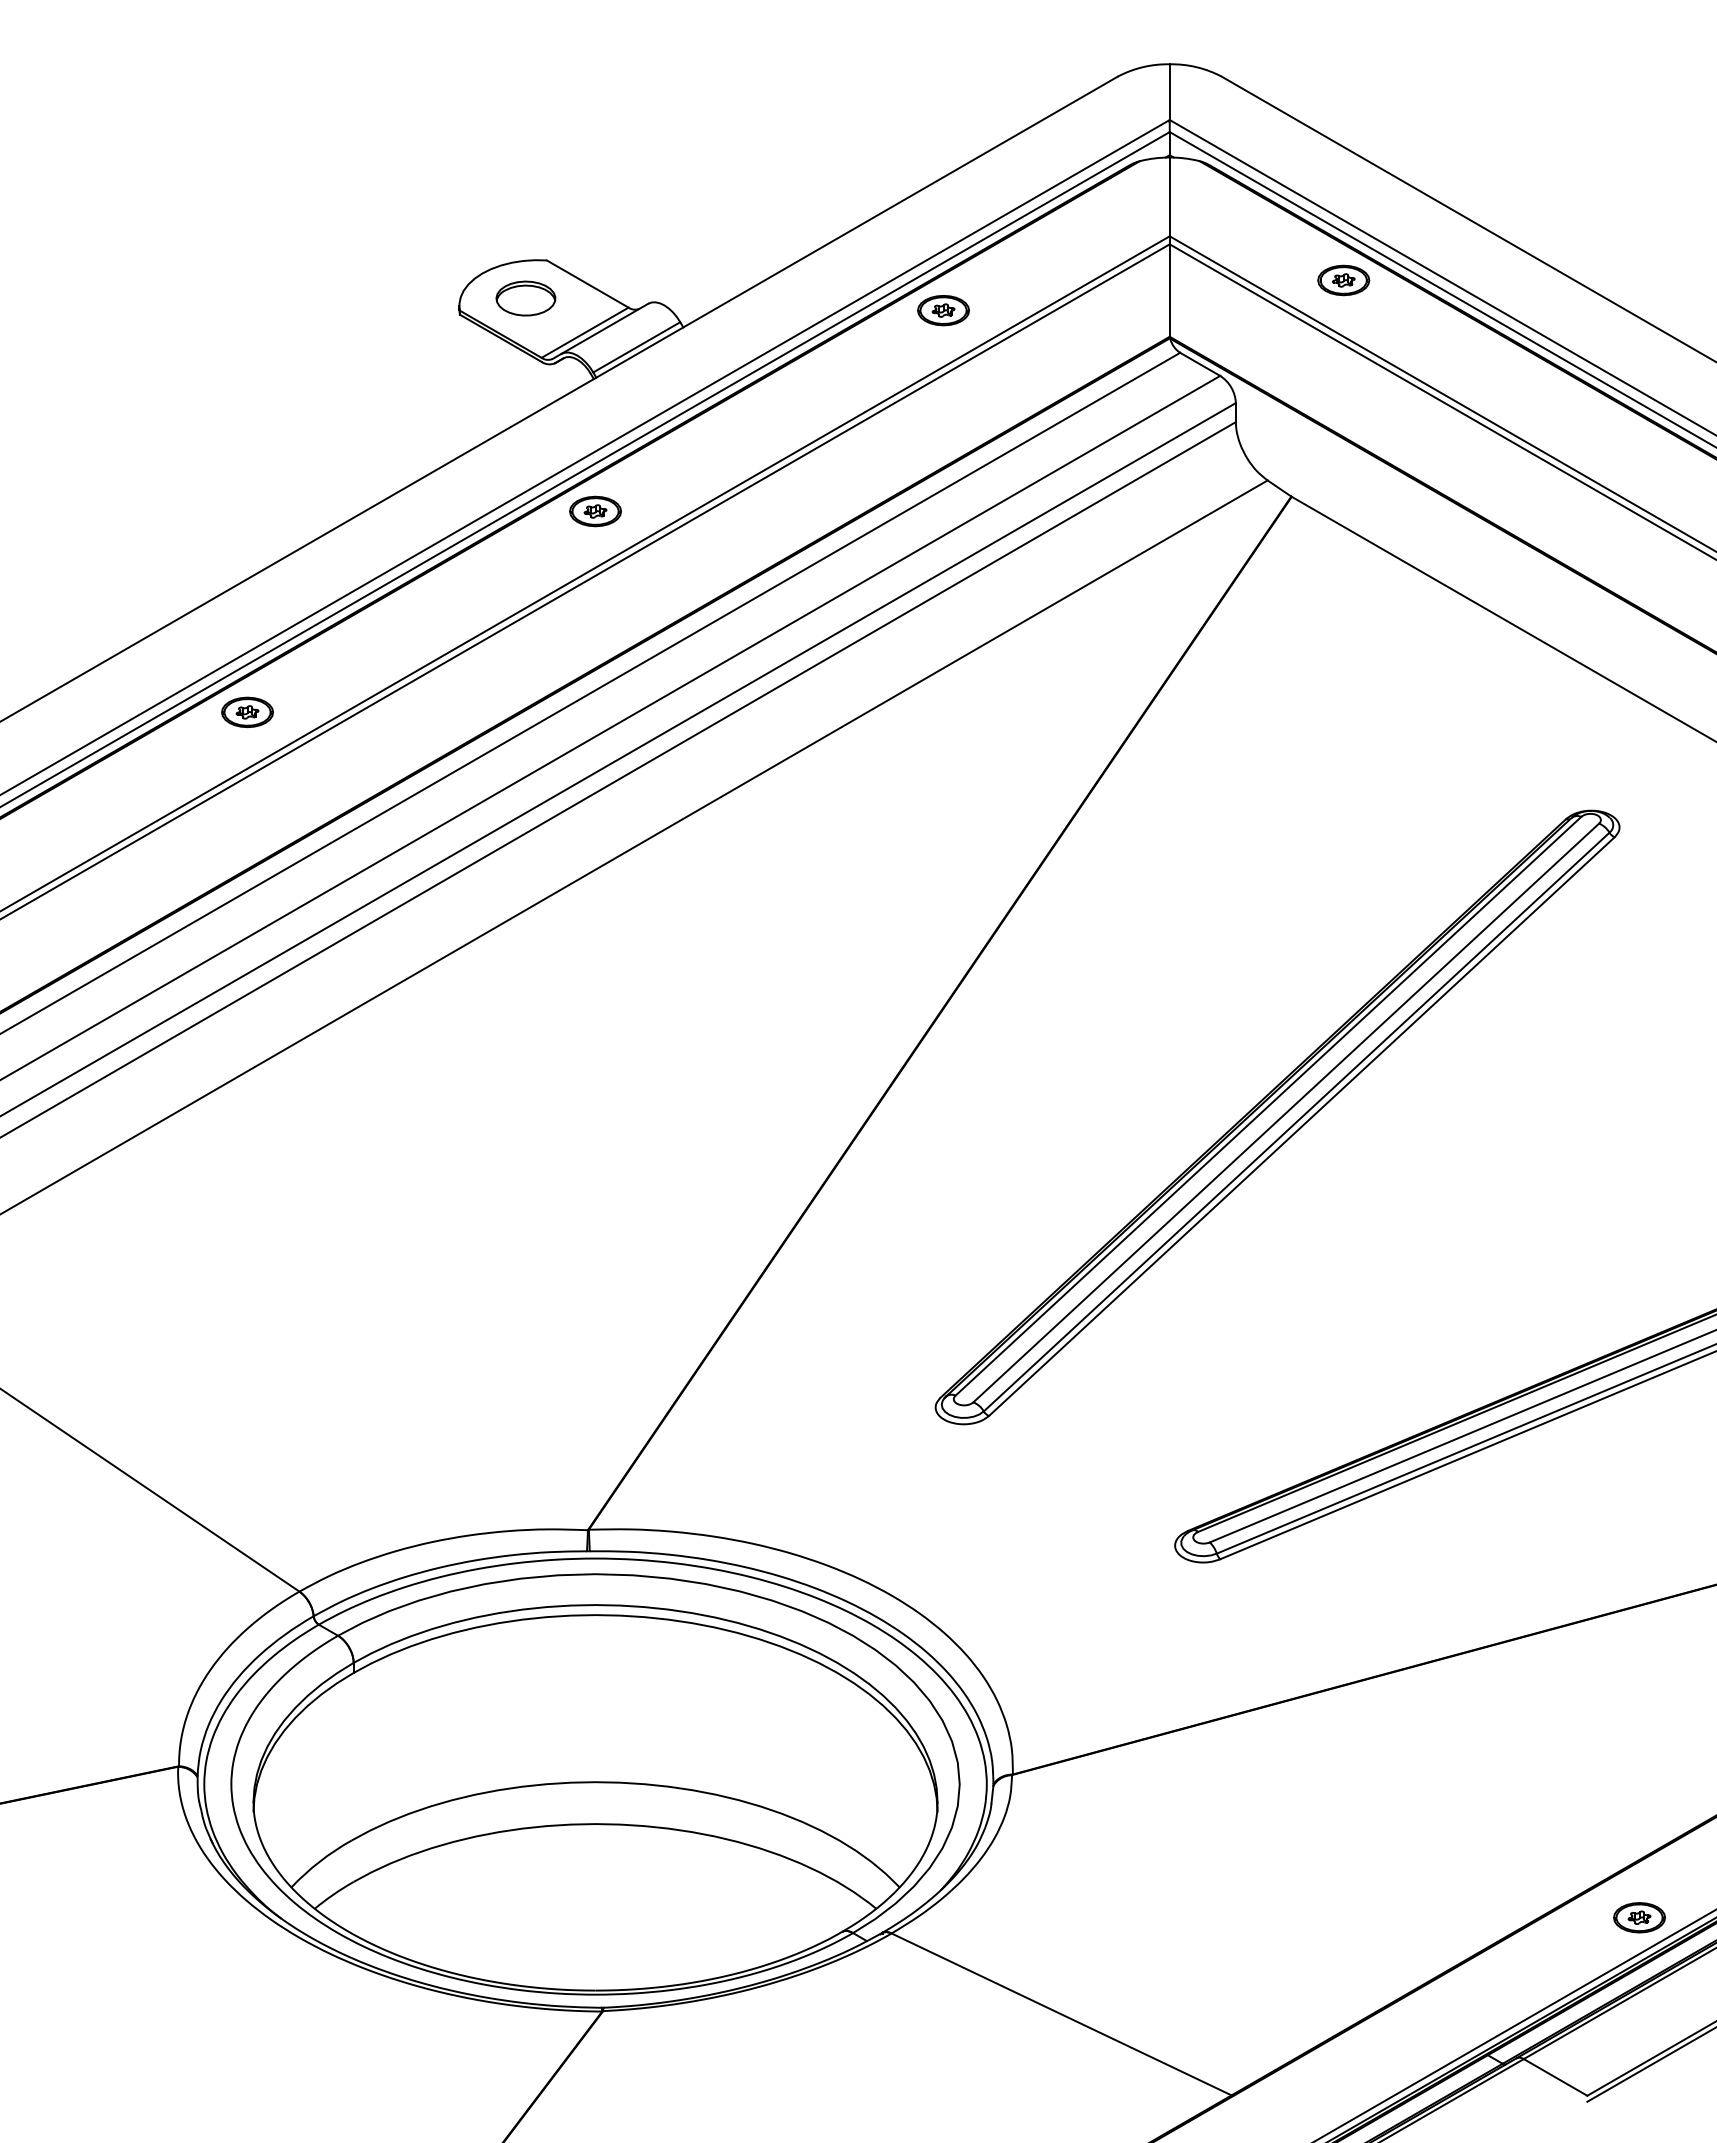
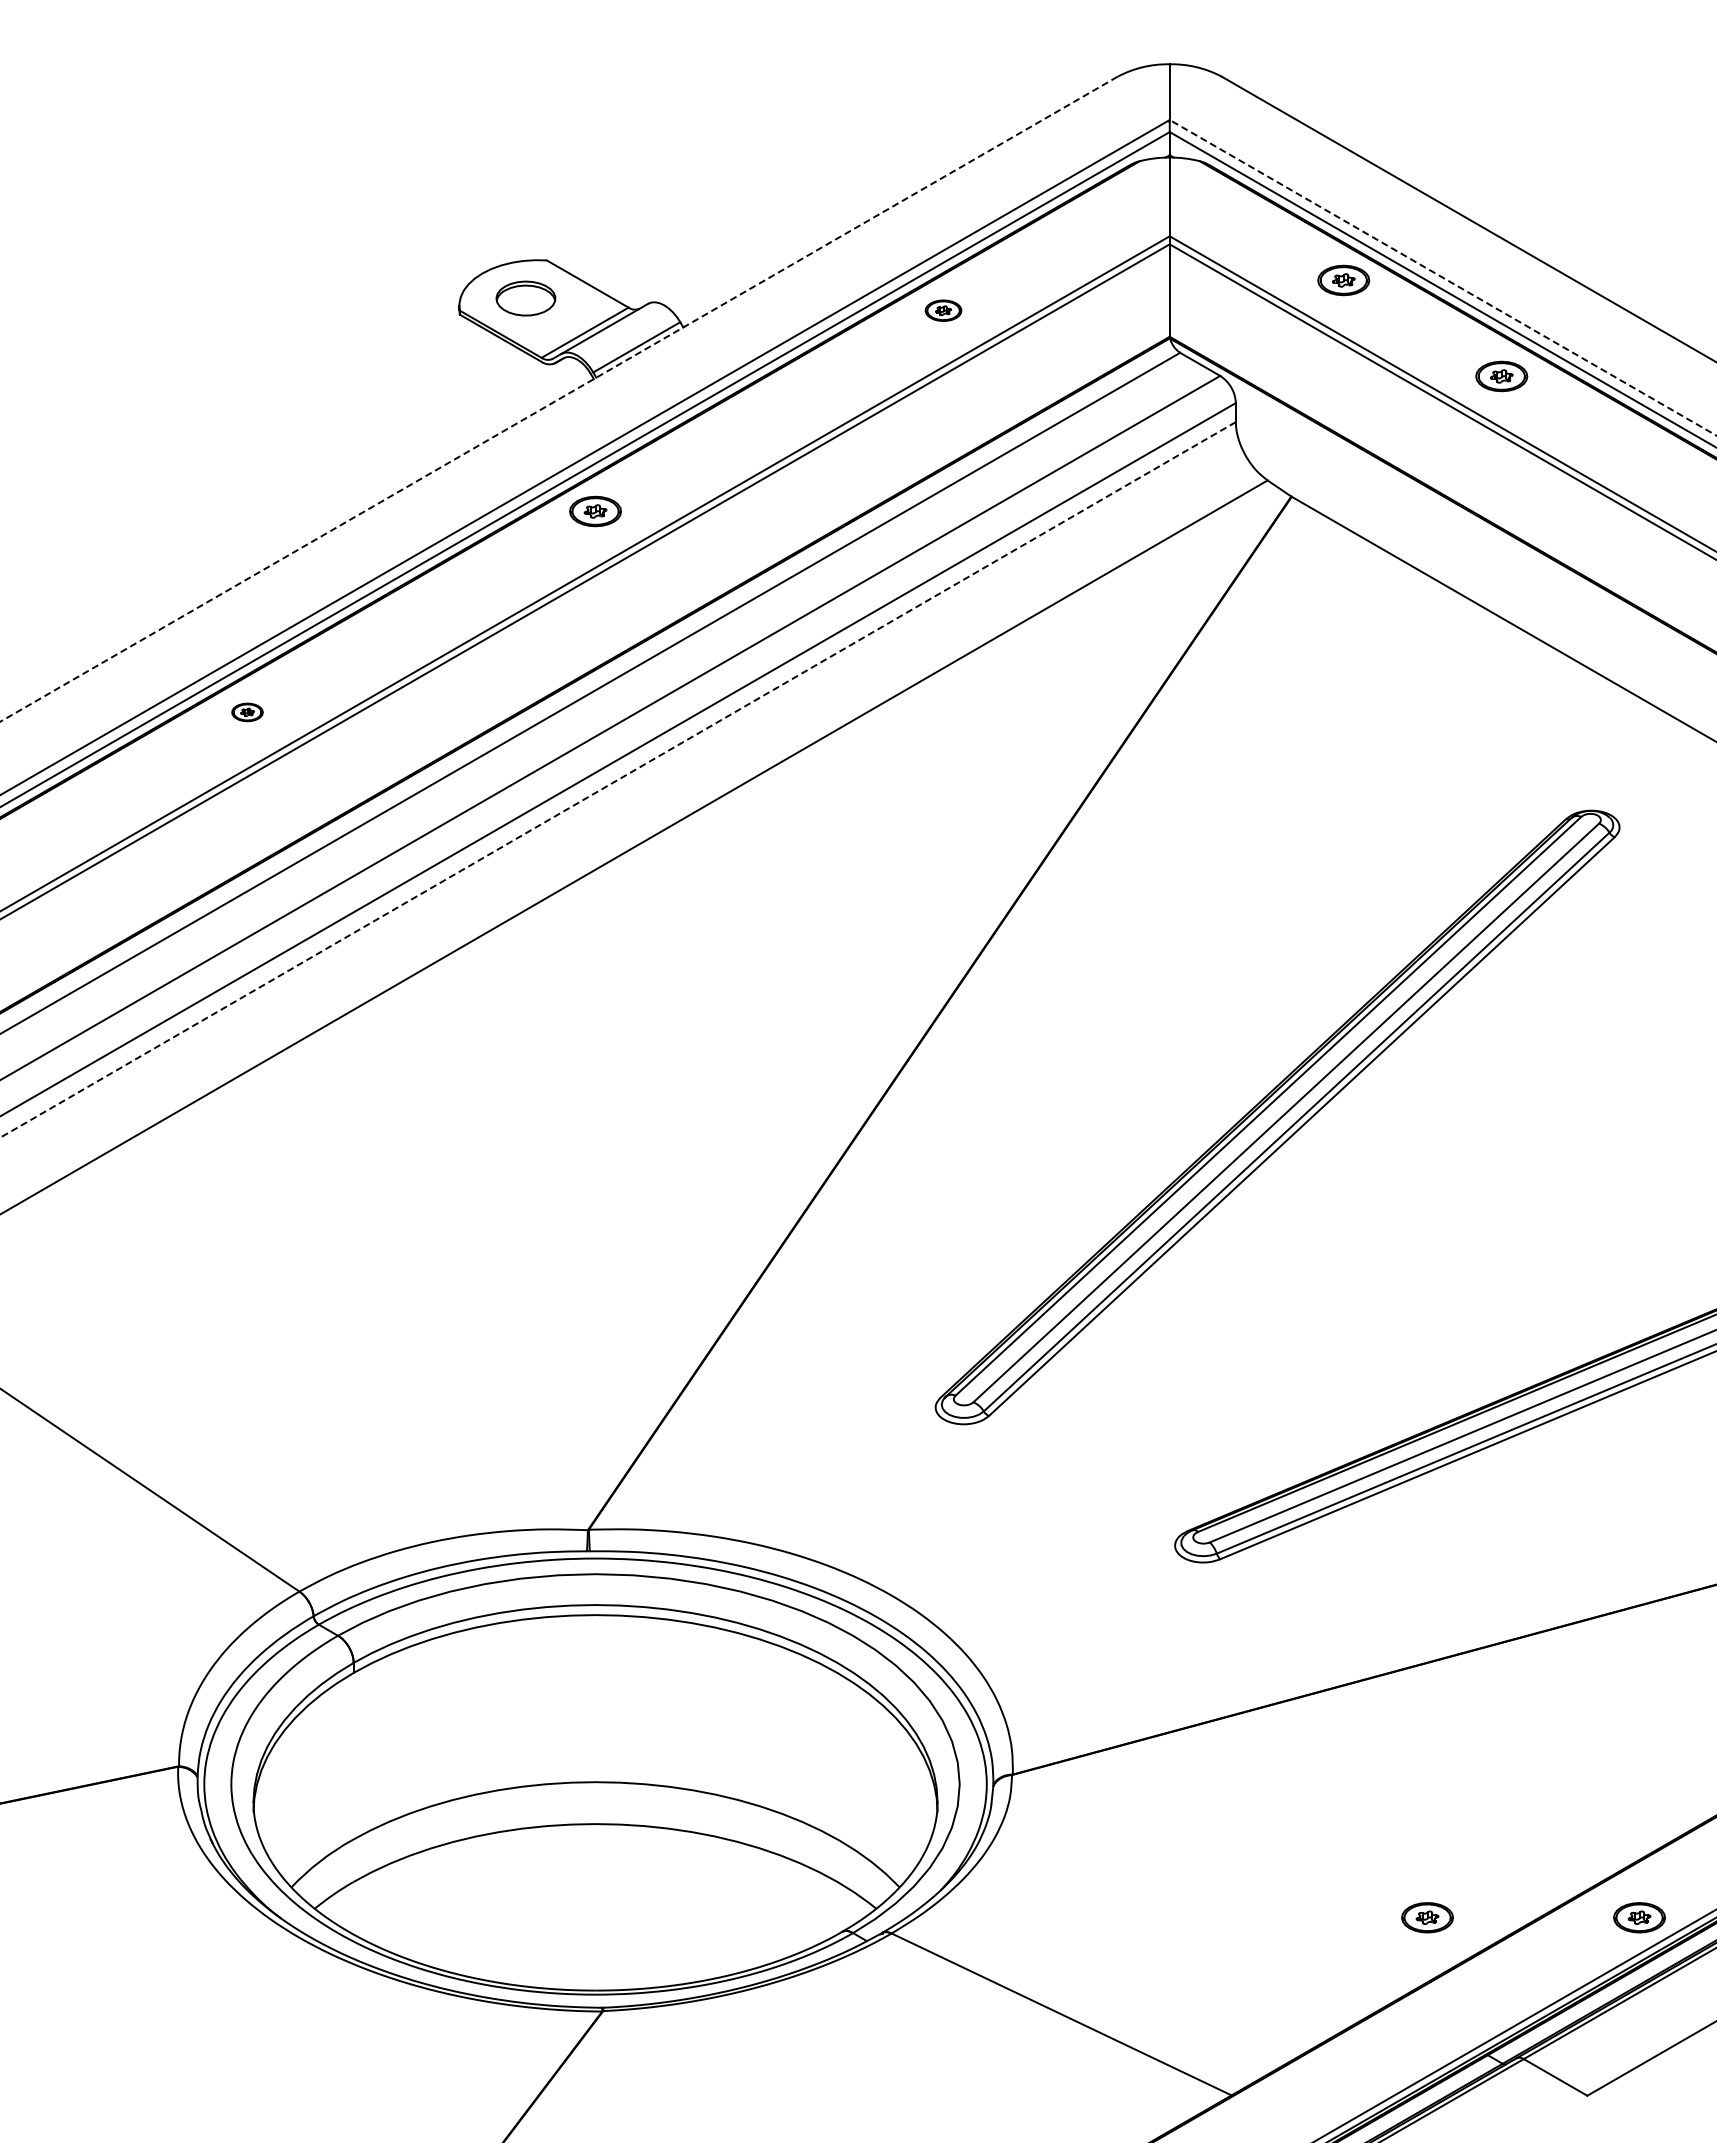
line at (1442, 277): solid -> dashed
part at (943, 310) size: 53x32 px -> 39x23 px
part at (1501, 376): none -> present
line at (558, 399): solid -> dashed
part at (247, 712) size: 53x33 px -> 33x21 px
line at (618, 779): solid -> dashed
part at (1427, 1917): none -> present
line at (1650, 2064): present -> none
